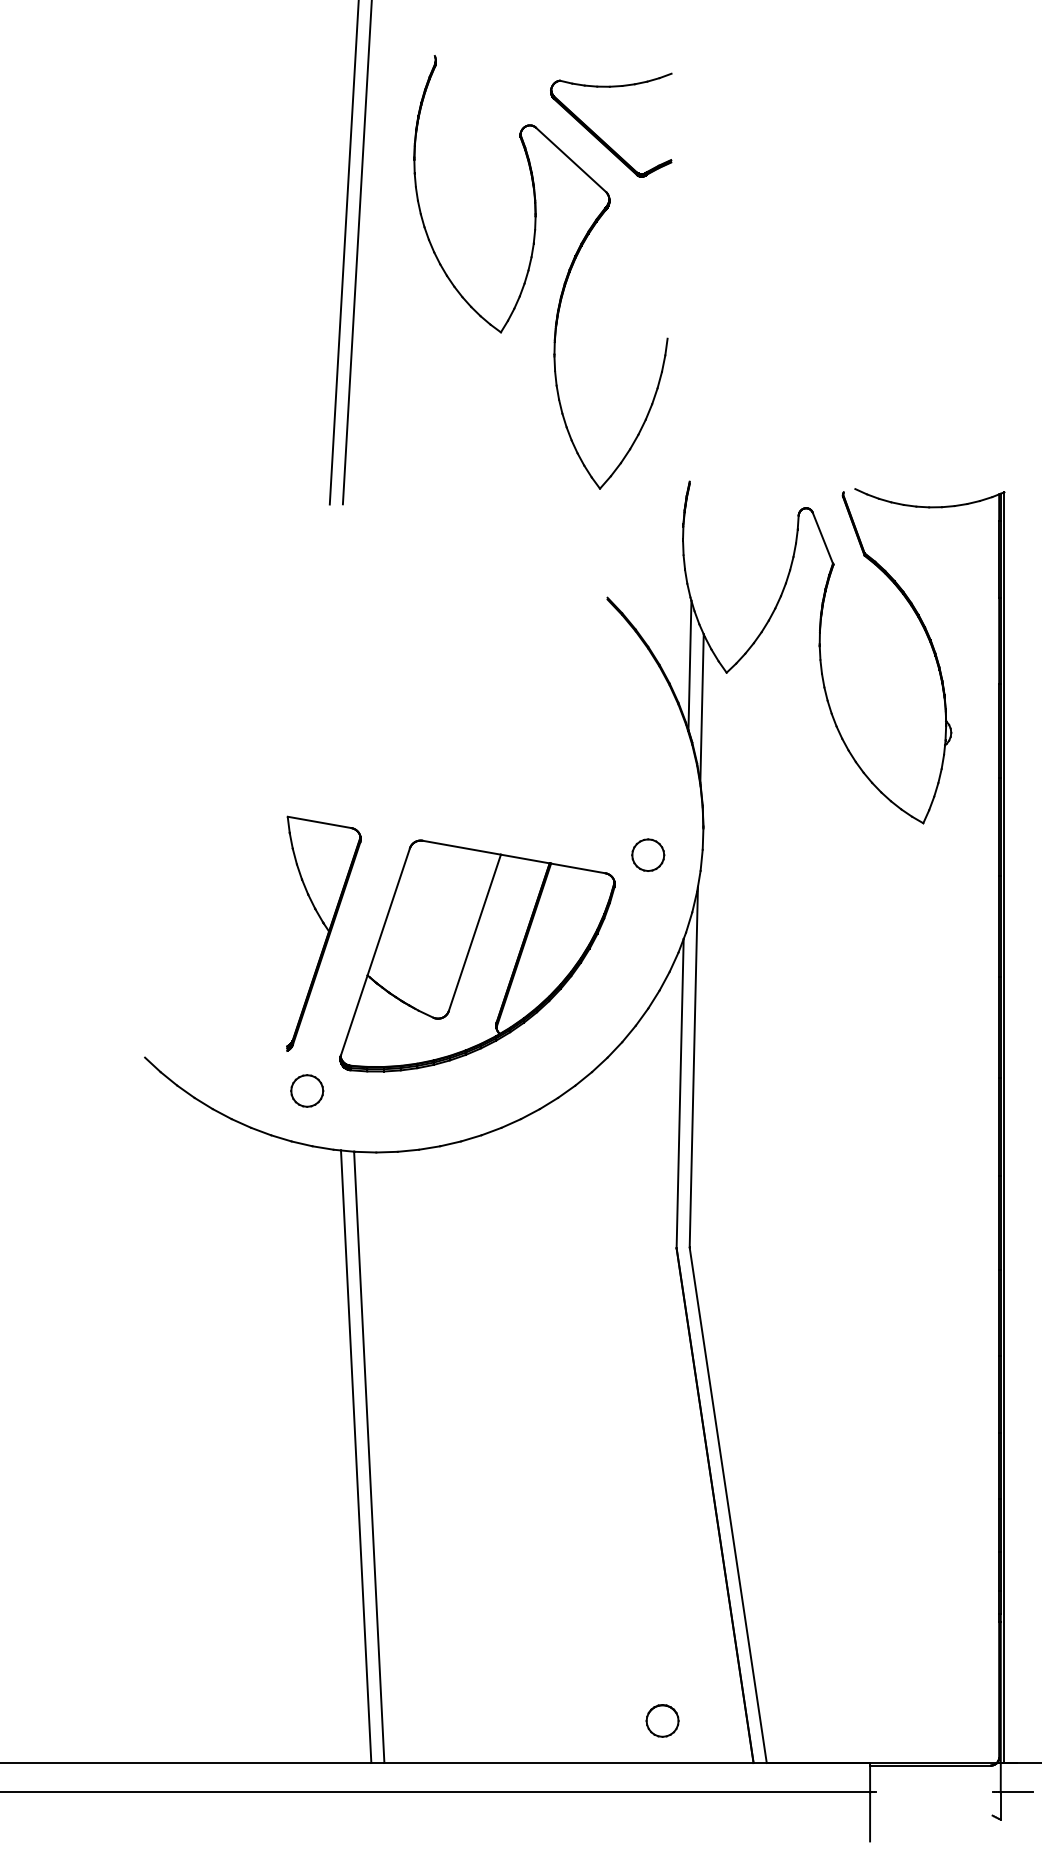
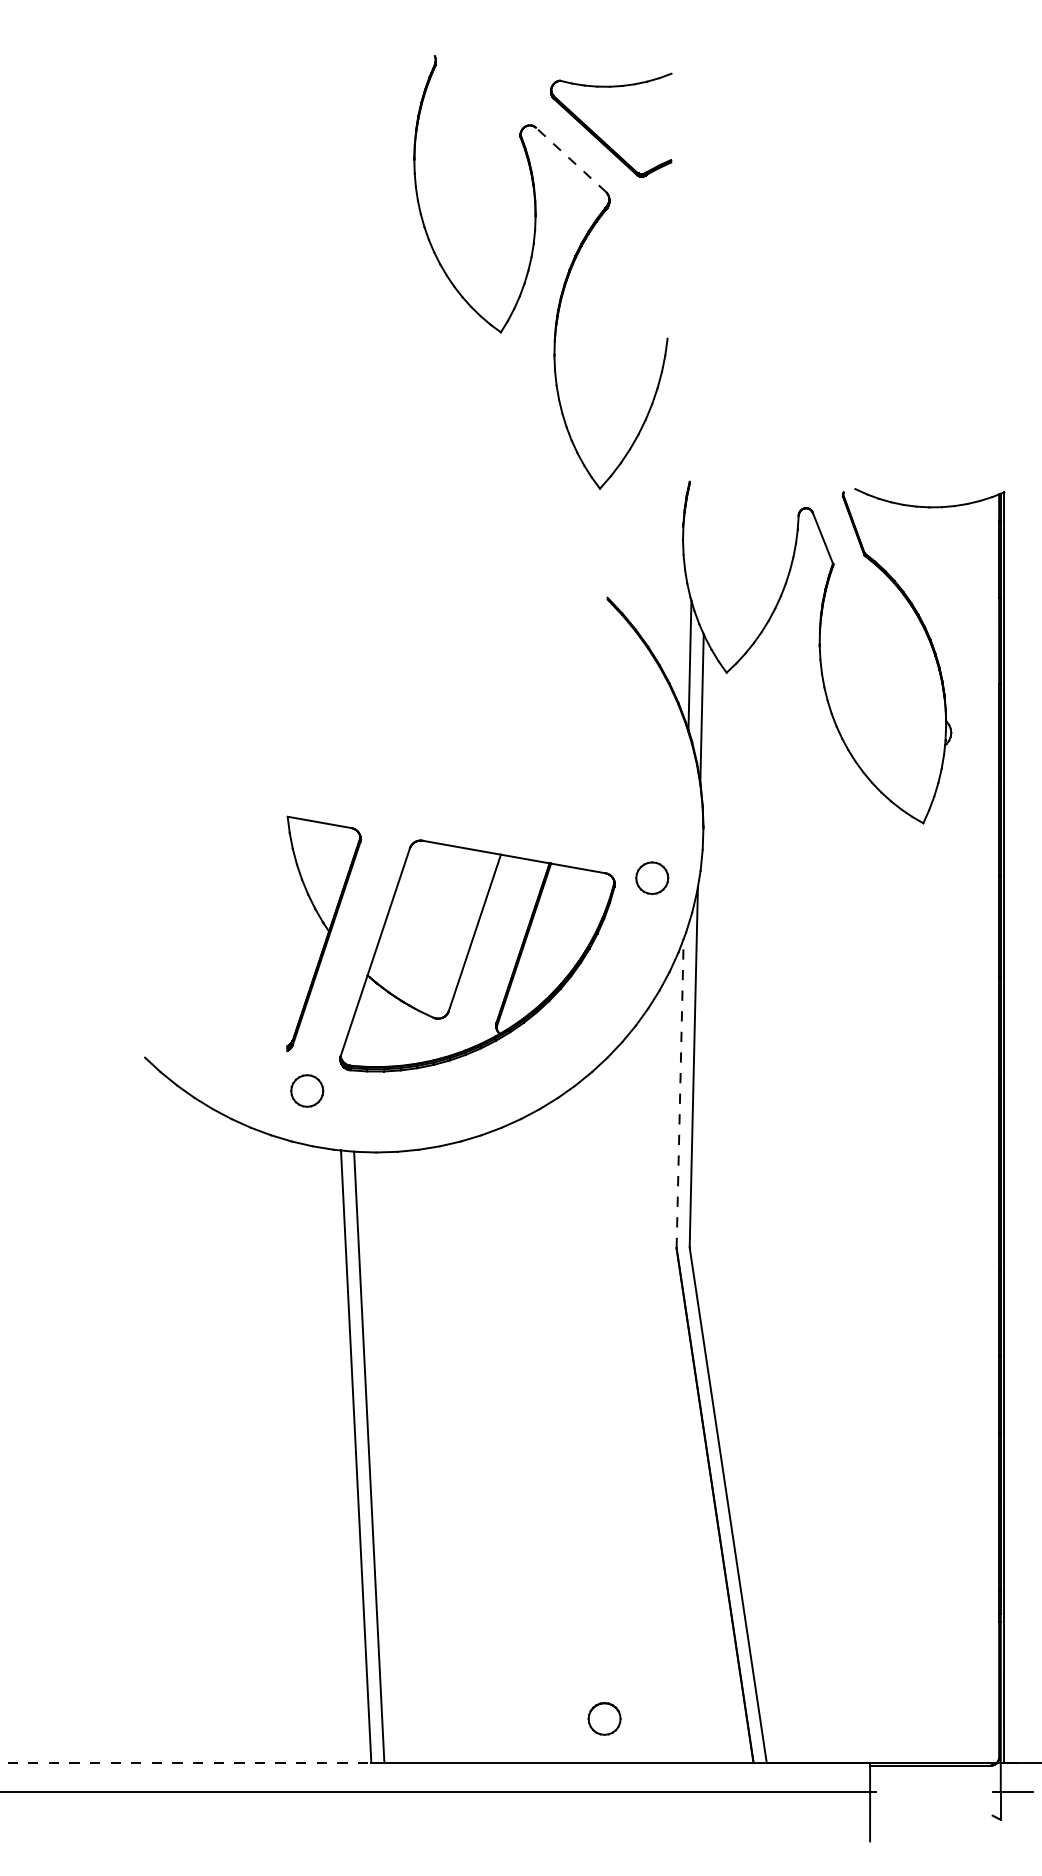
line at (571, 160): solid -> dashed
line at (343, 253): present -> none
line at (356, 253): present -> none
part at (648, 854) position: (648, 854) -> (652, 877)
line at (680, 1093): solid -> dashed
part at (662, 1720) position: (662, 1720) -> (604, 1718)
line at (185, 1763): solid -> dashed
